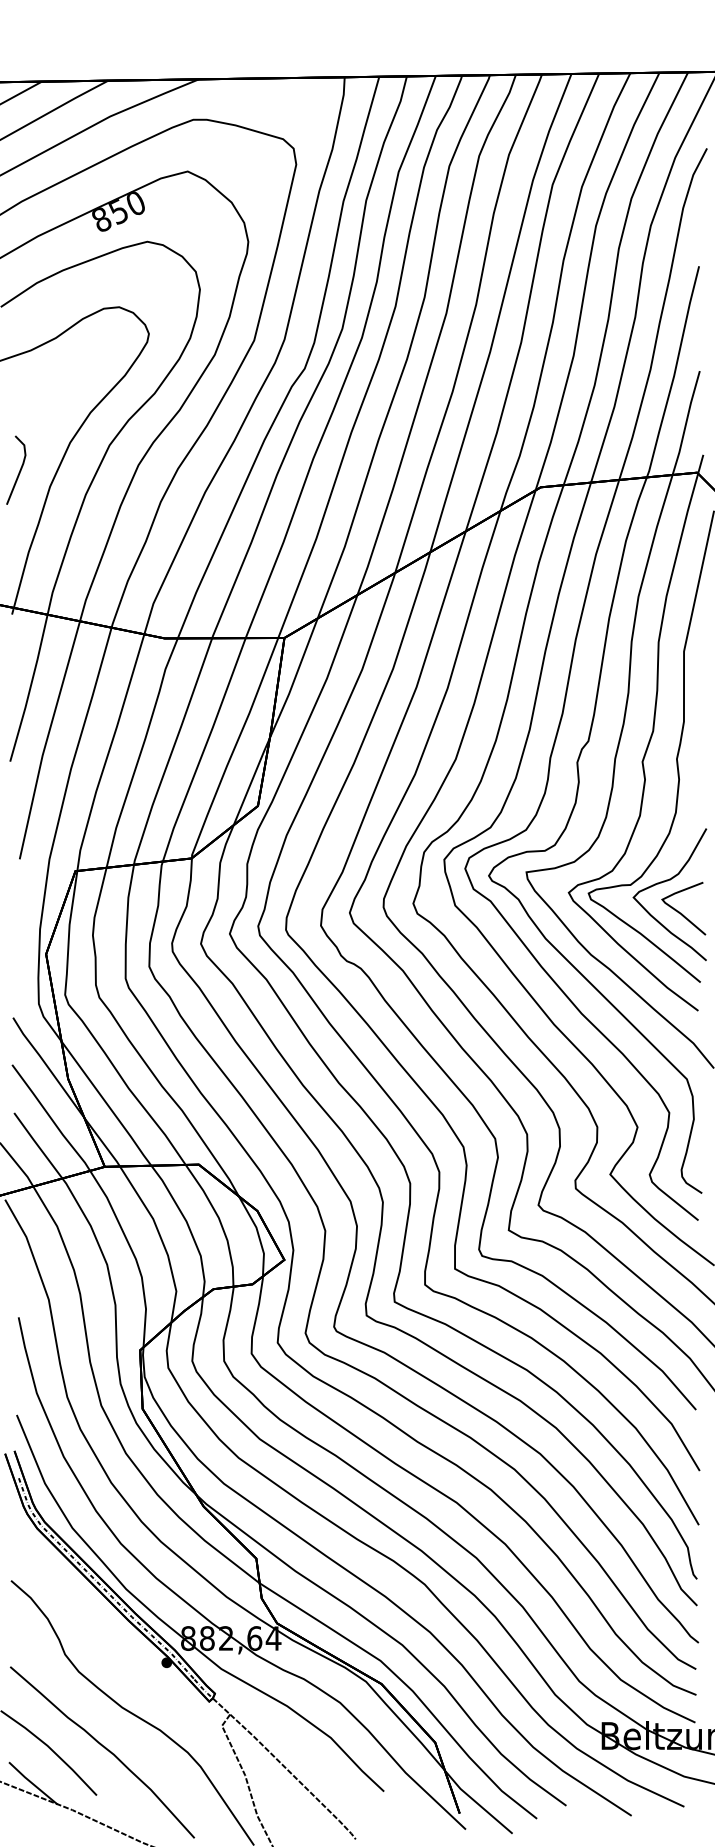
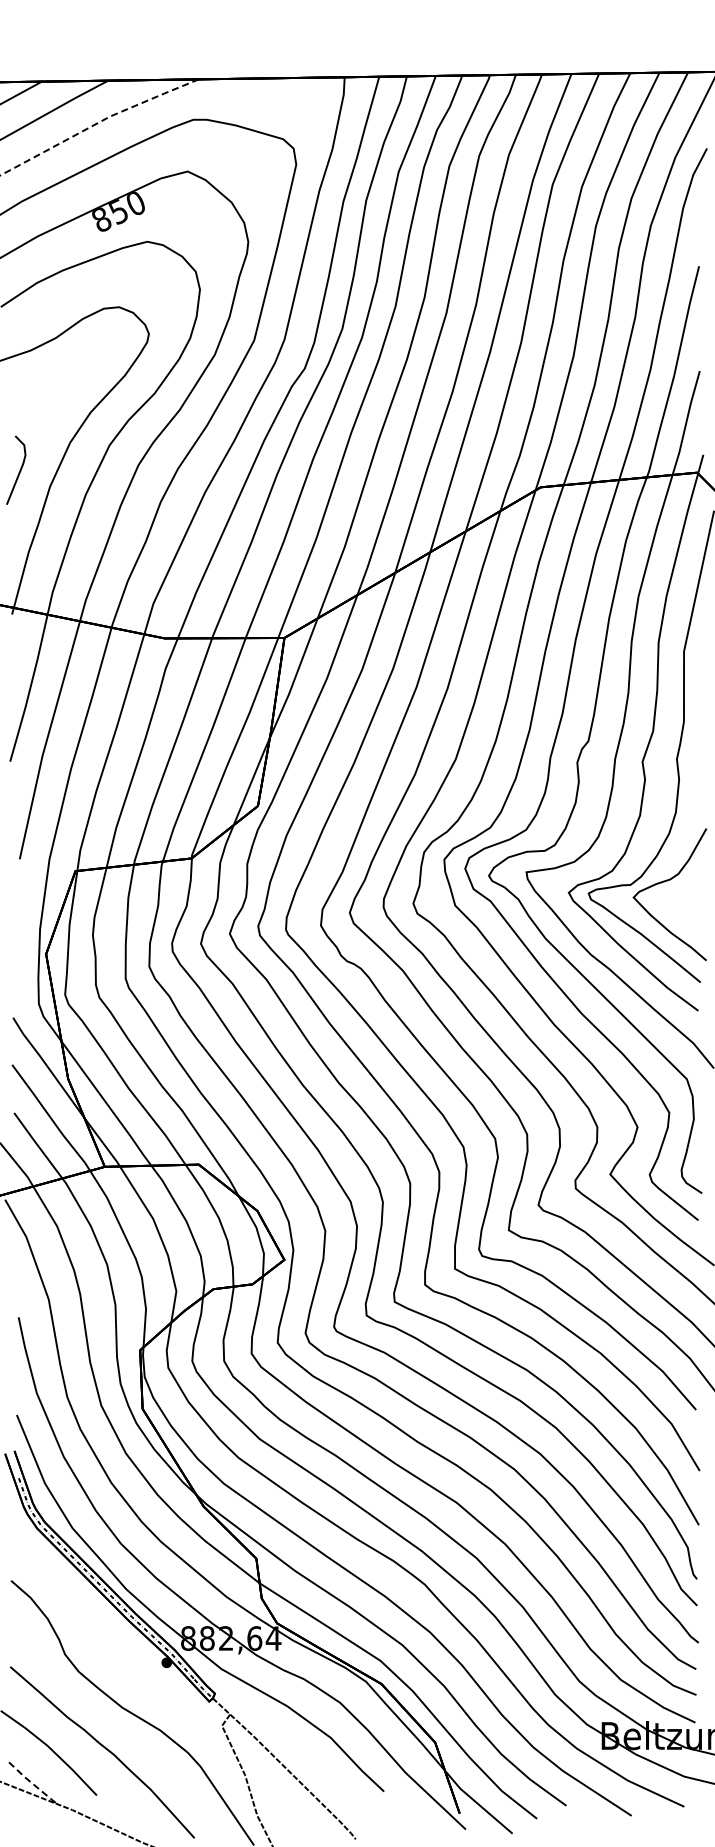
line at (98, 122): solid -> dashed
curve at (679, 911): present -> none
line at (32, 1783): solid -> dashed
